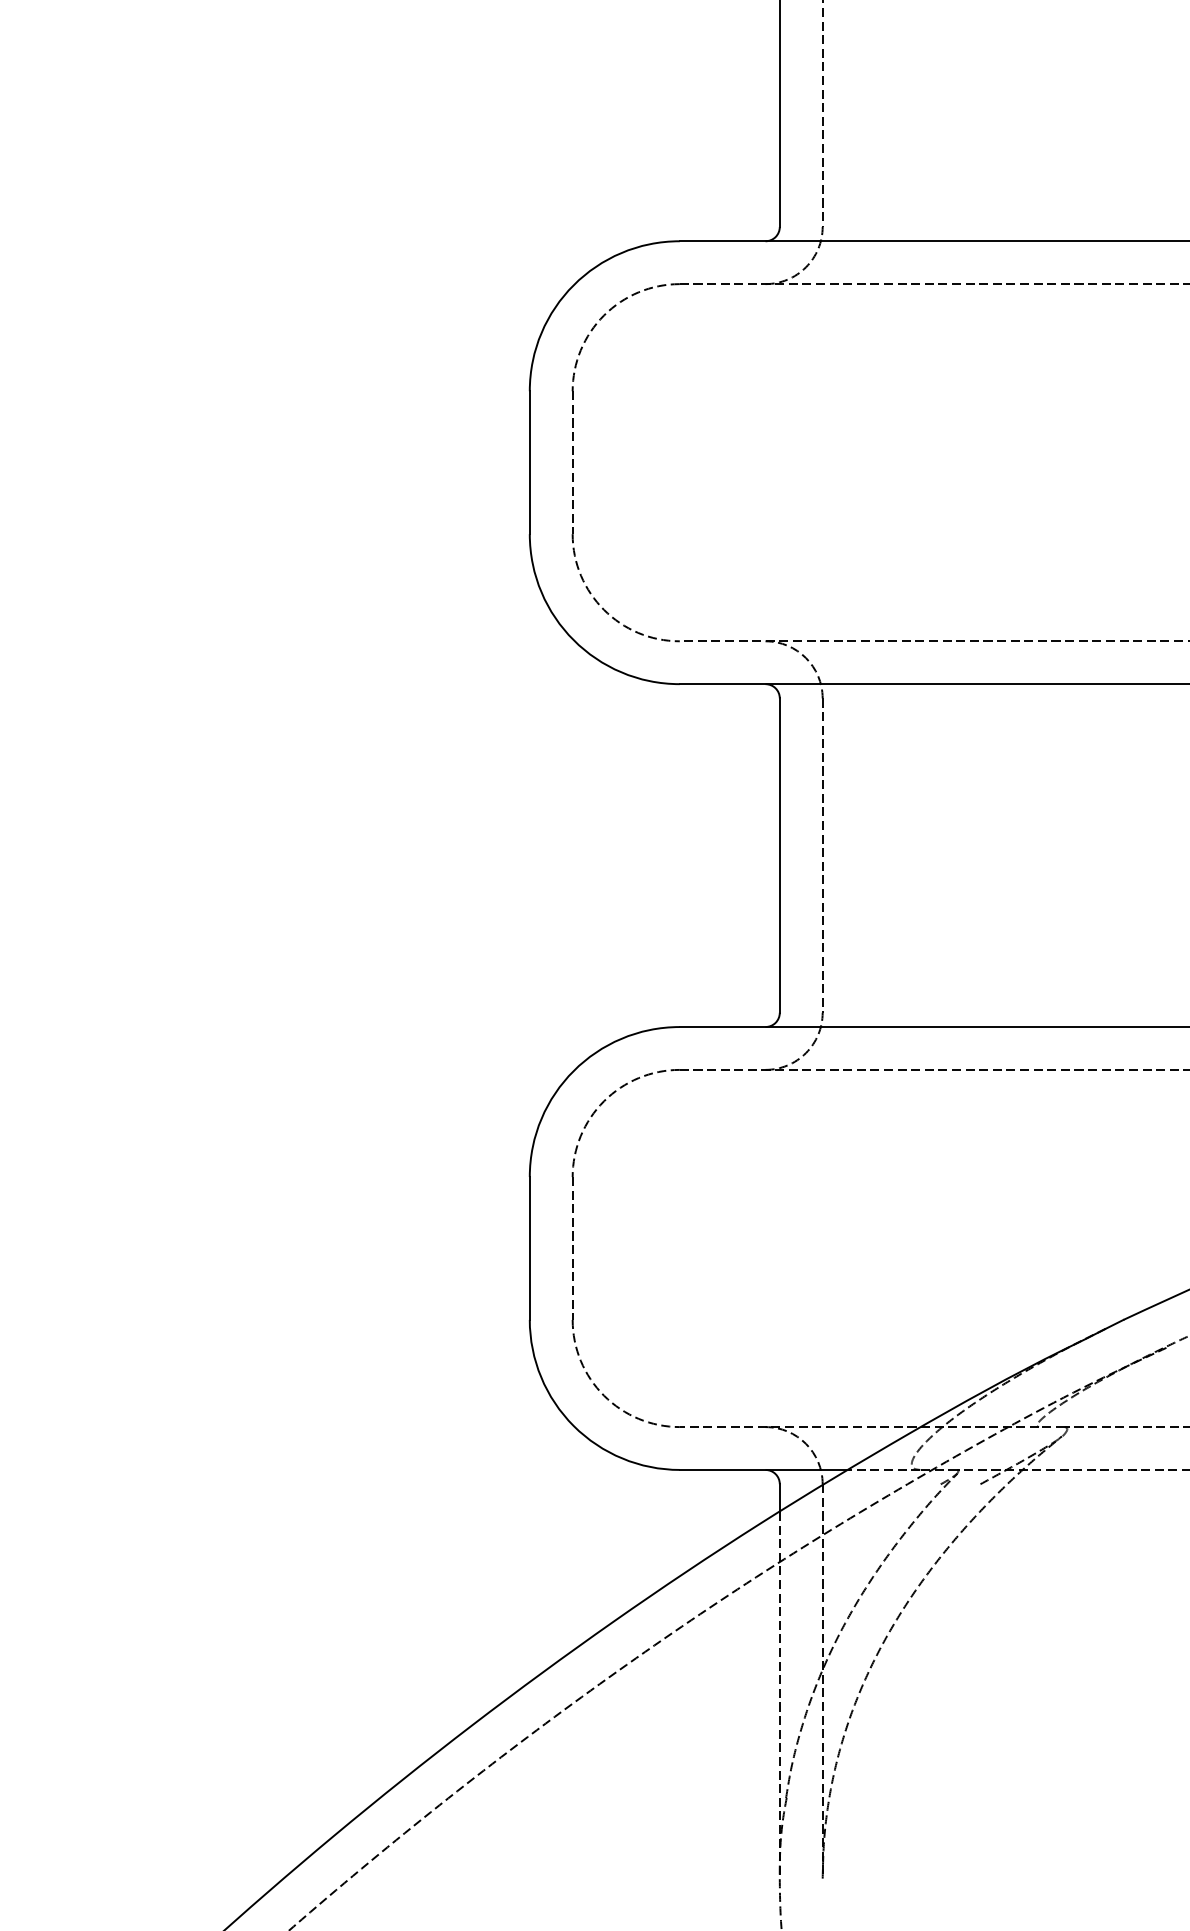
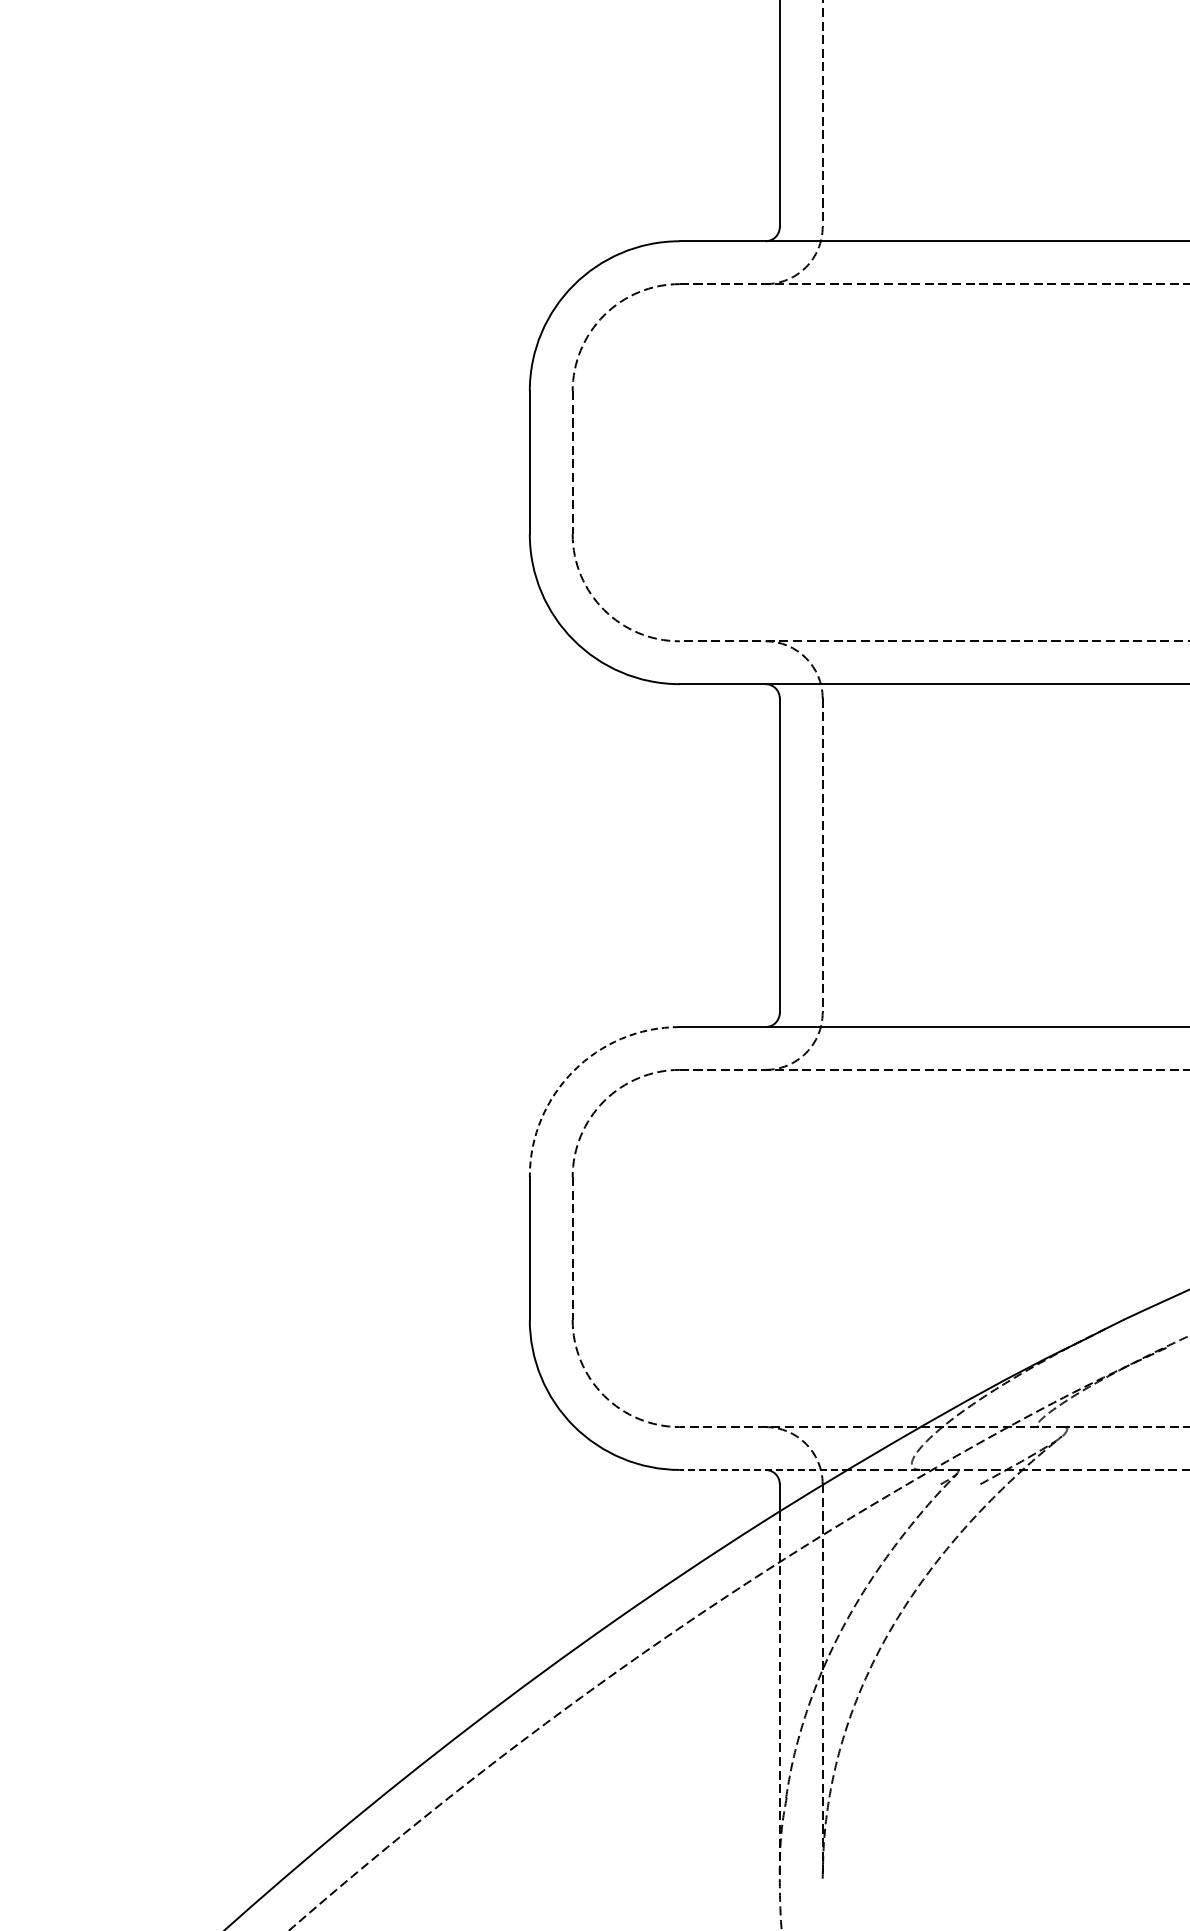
arc at (573, 1070): solid -> dashed
line at (763, 1469): solid -> dashed
